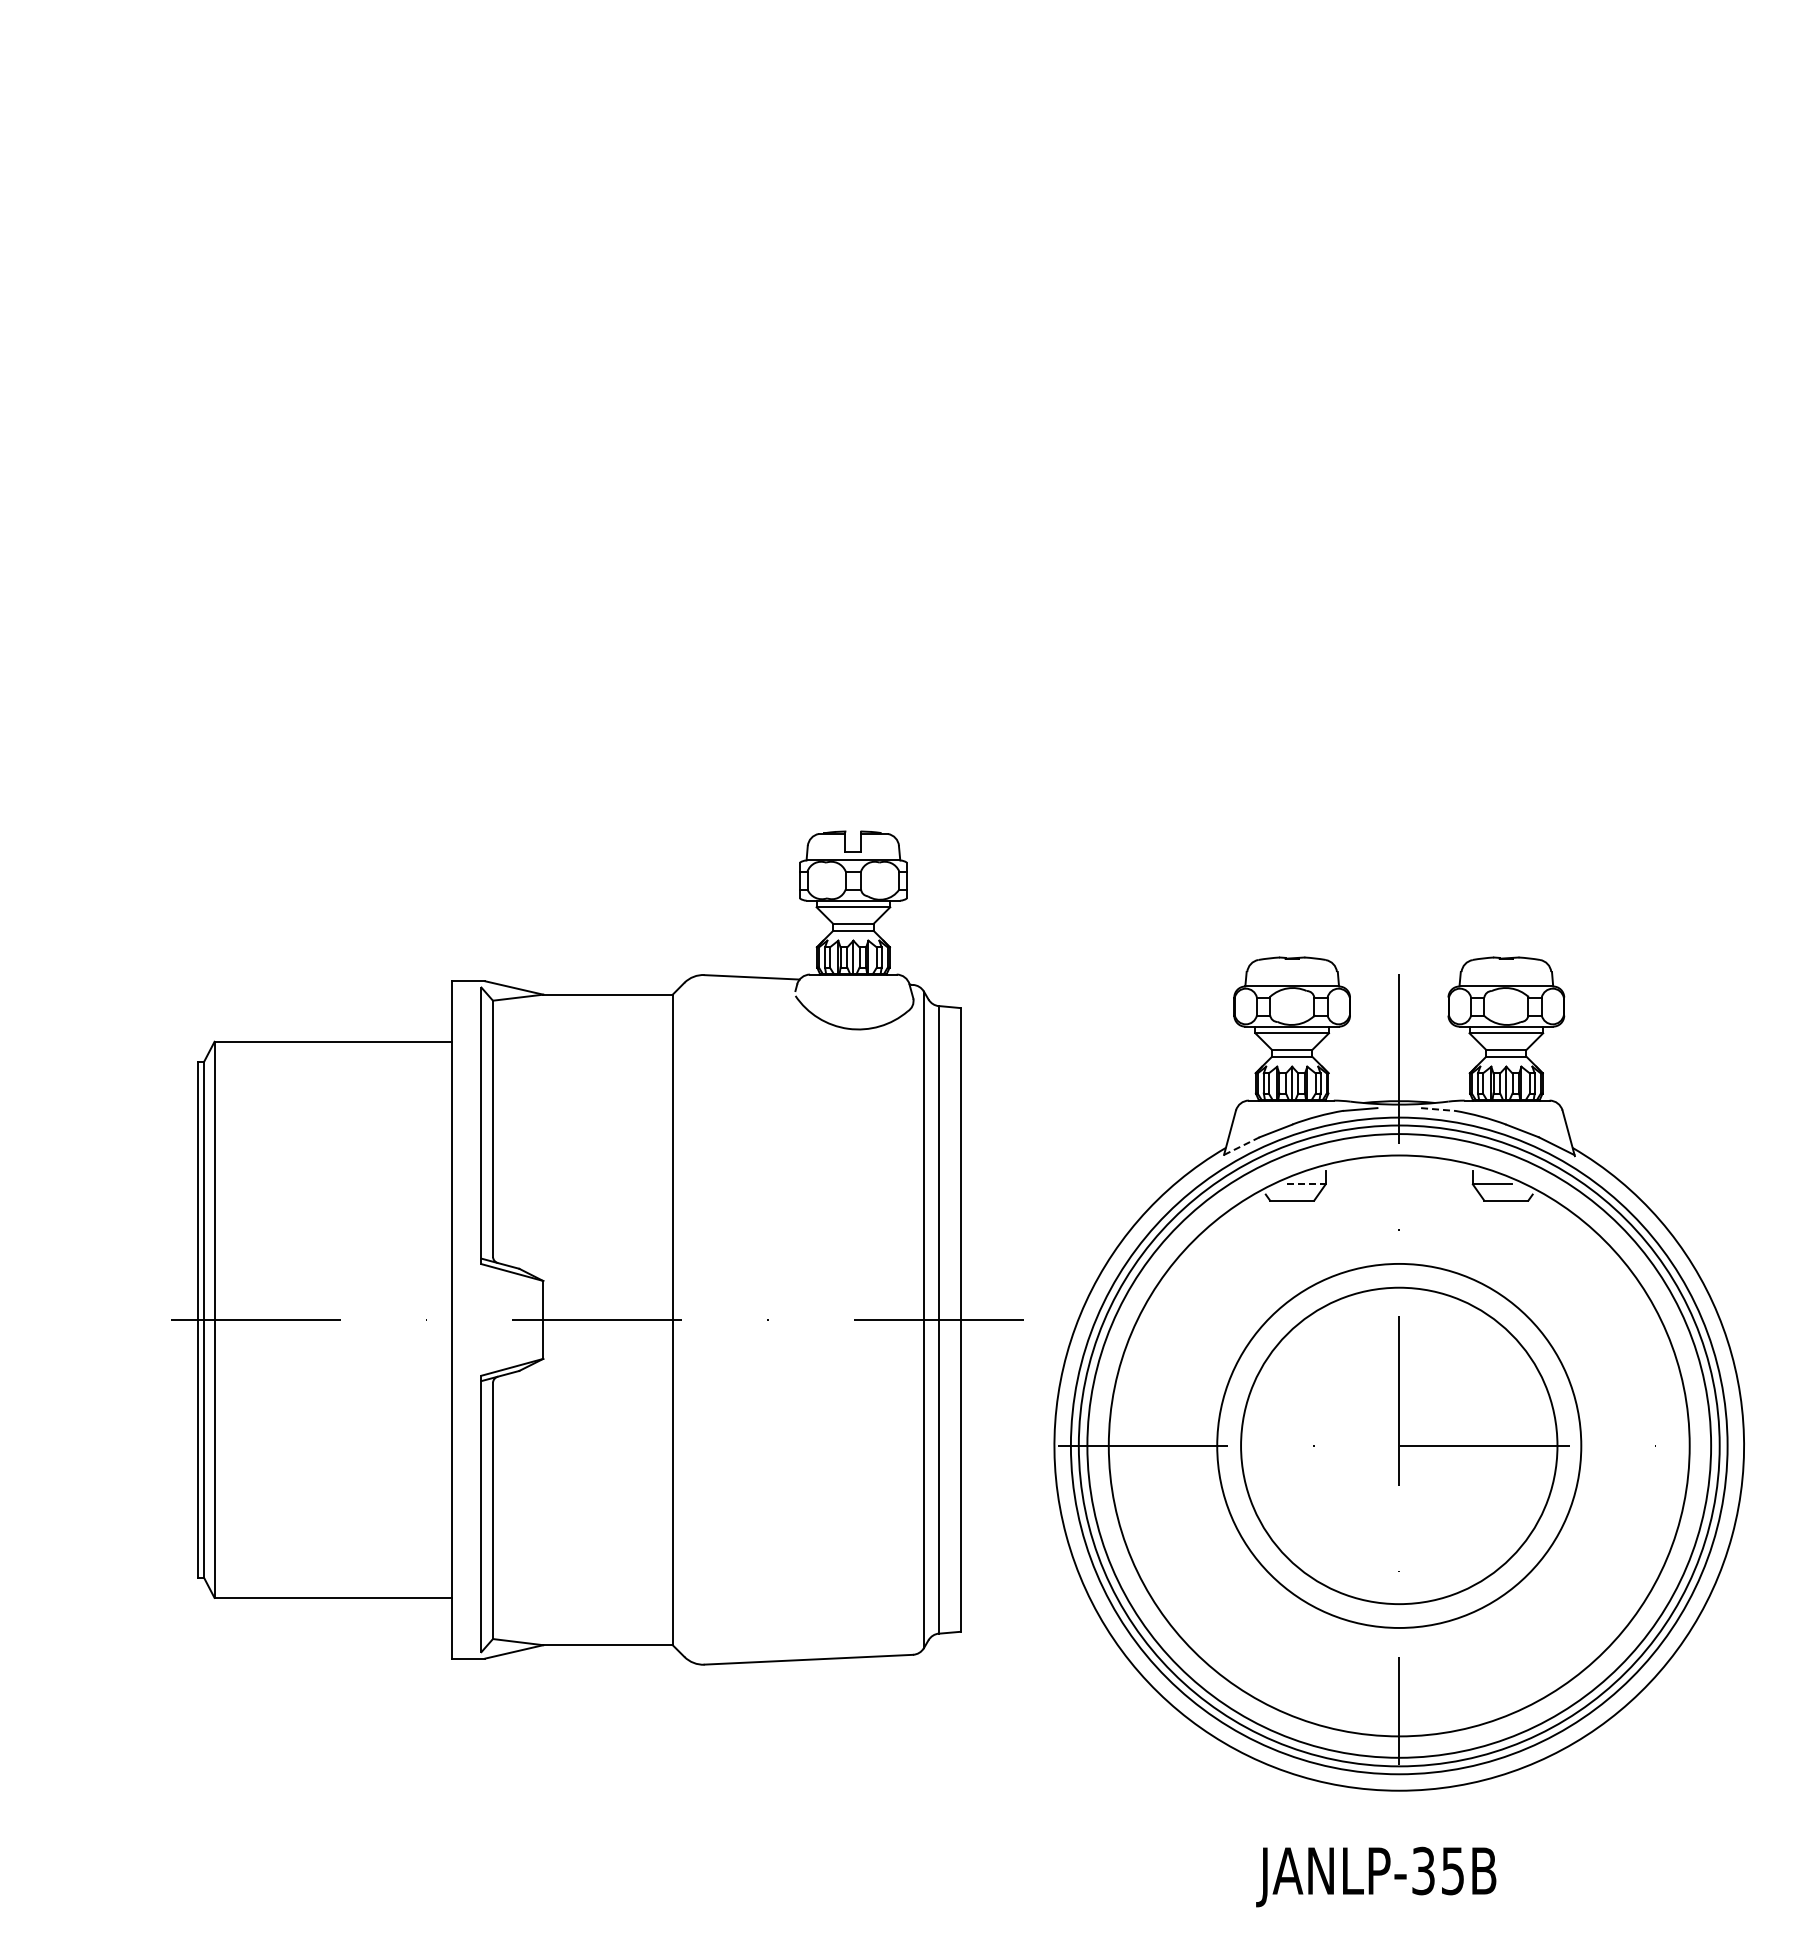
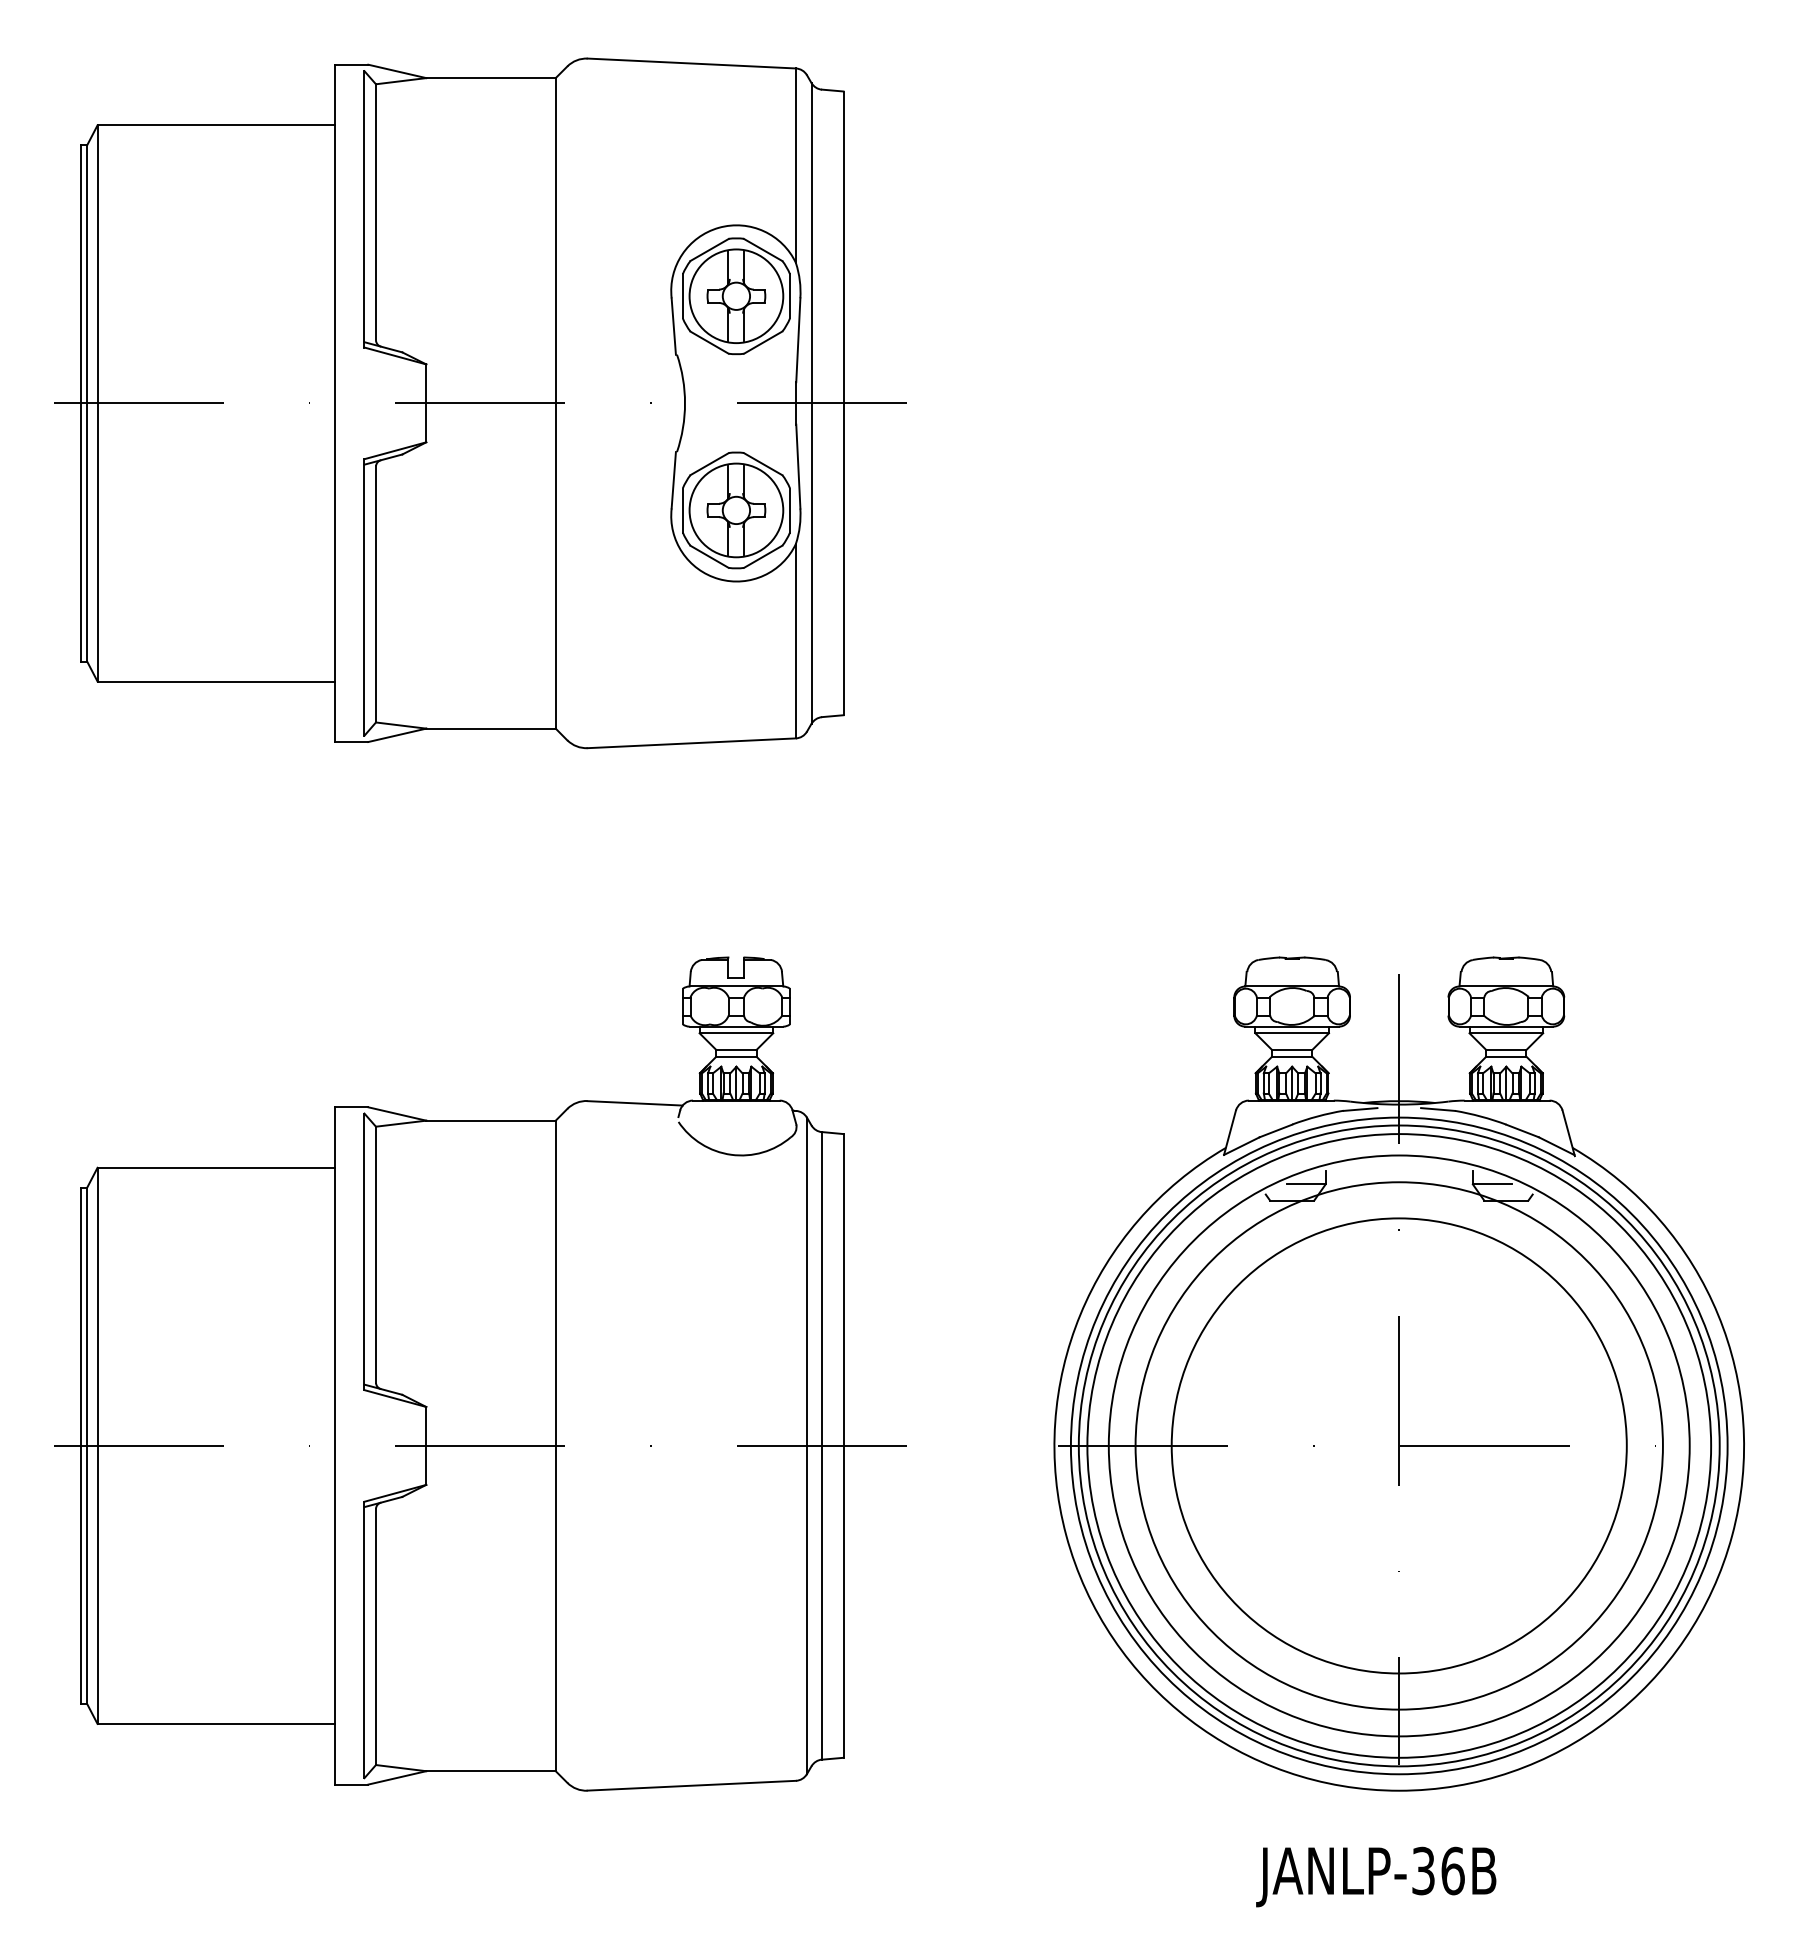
part at (480, 403): none -> present
line at (1438, 1109): dashed -> solid
line at (1241, 1146): dashed -> solid
line at (1306, 1184): dashed -> solid
part at (597, 1247) position: (597, 1247) -> (480, 1373)
circle at (1399, 1445) diameter: 316 px -> 527 px
circle at (1399, 1445) diameter: 364 px -> 455 px
text at (1452, 1870): JANLP-35B -> JANLP-36B
